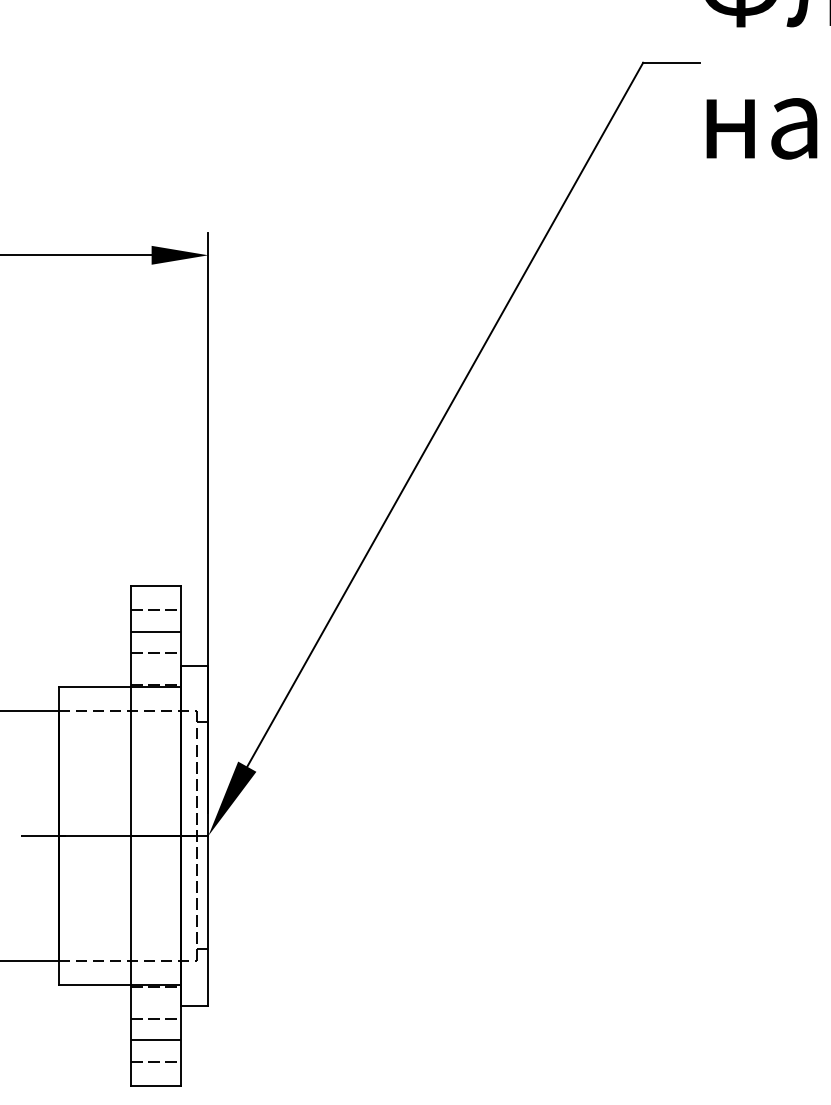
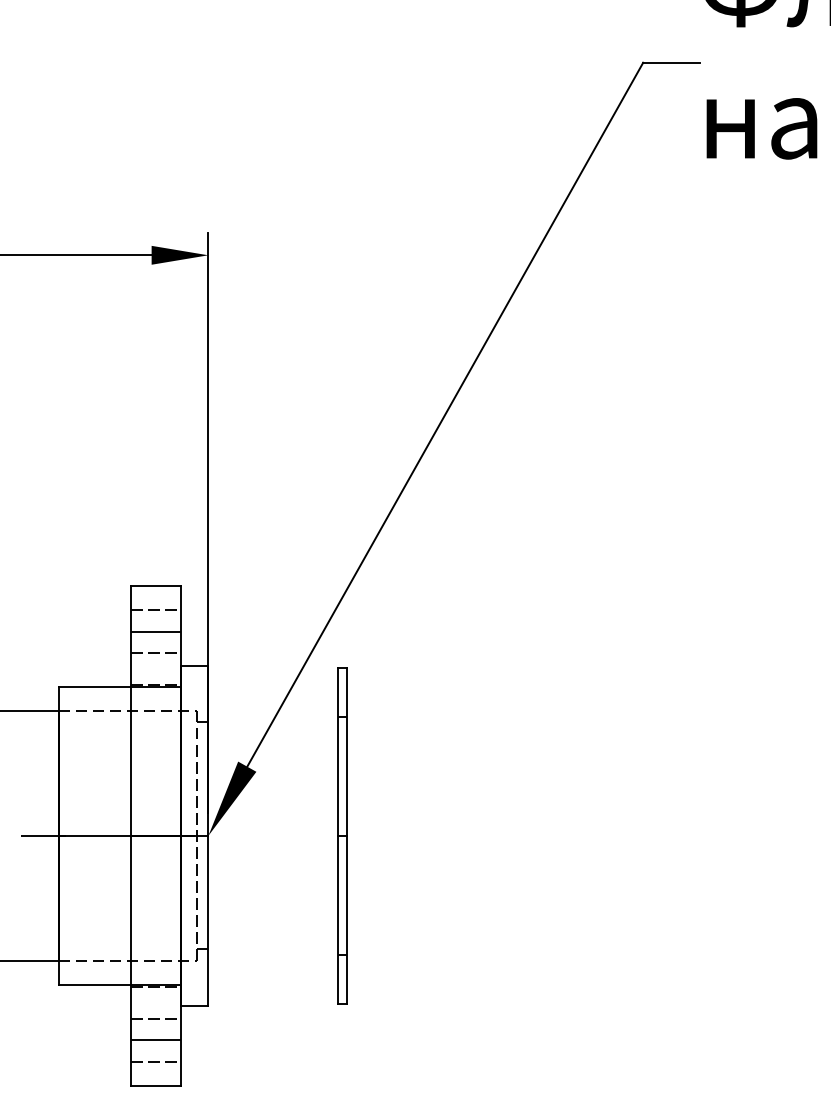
part at (342, 835): none -> present
